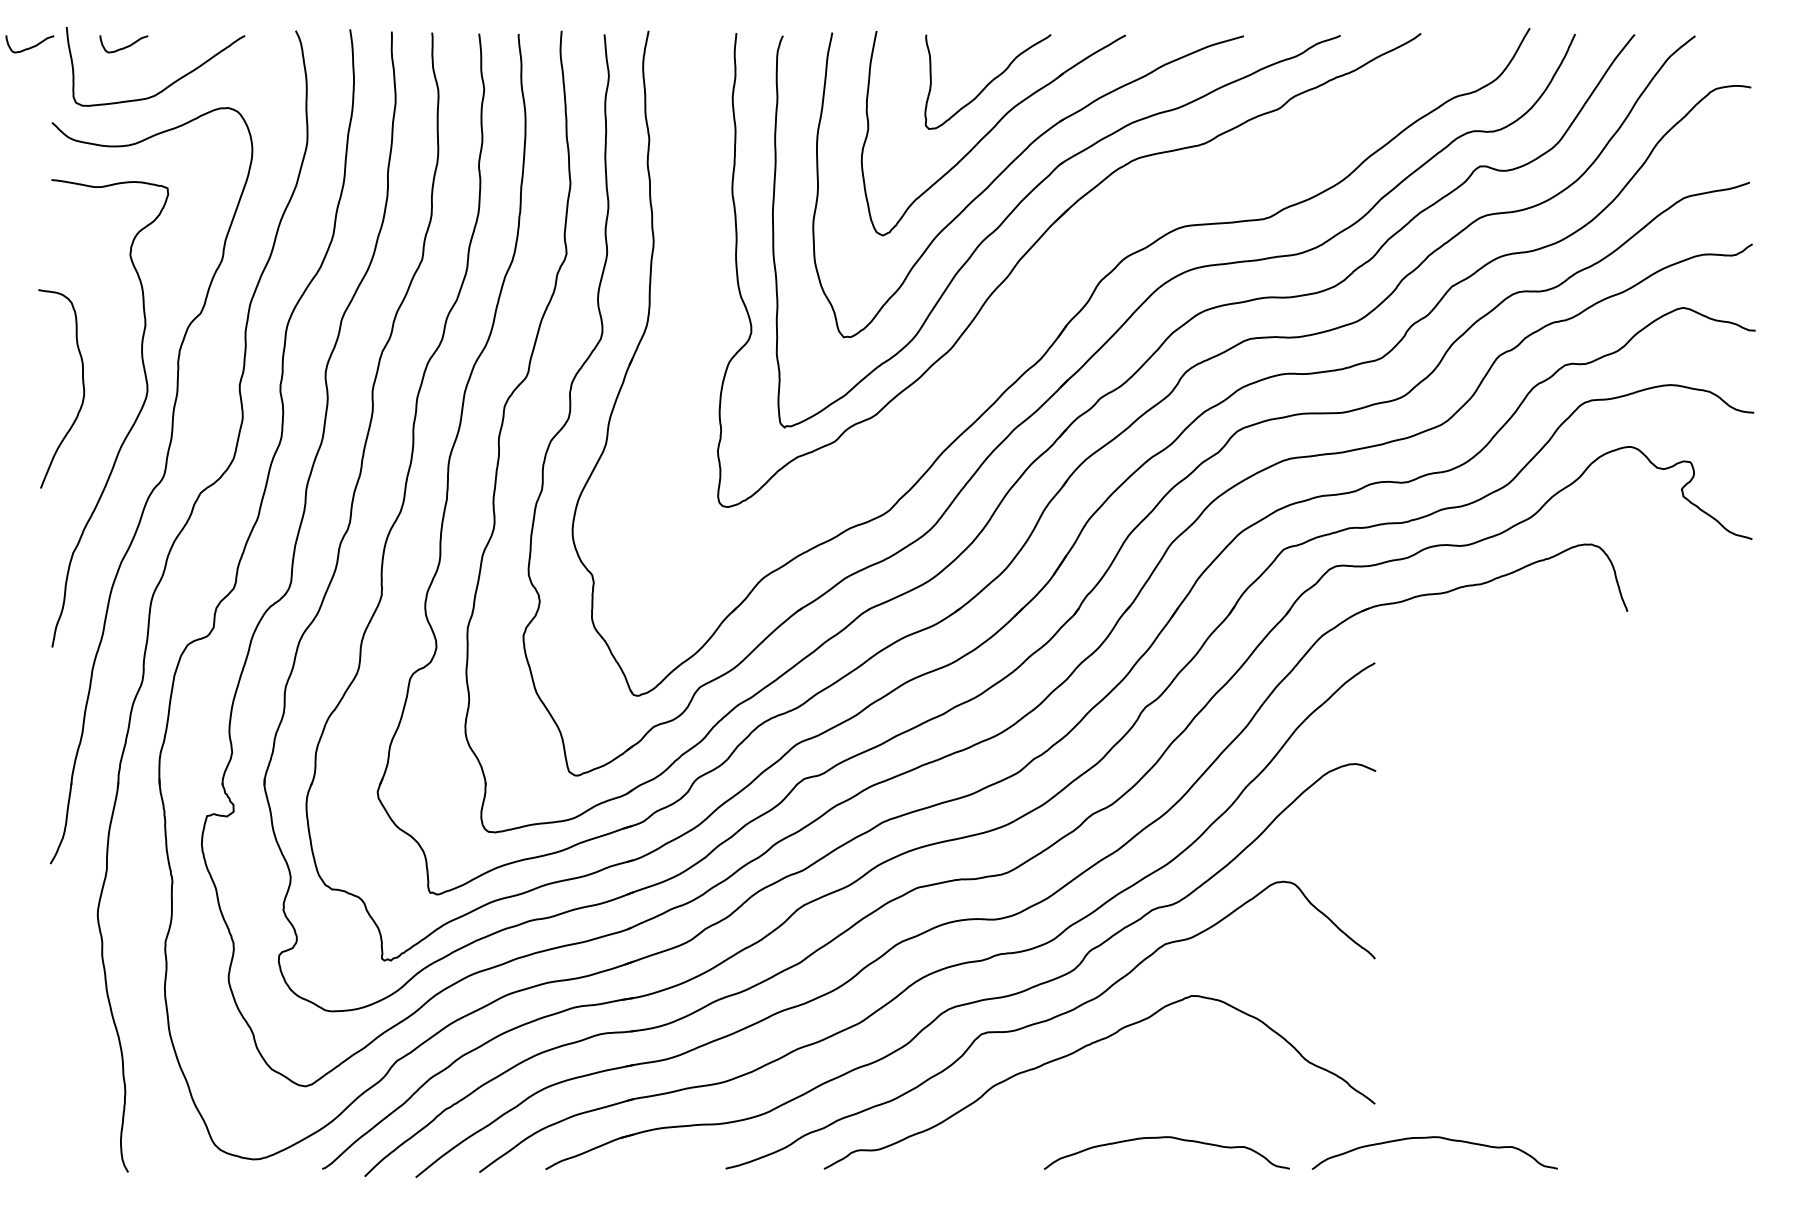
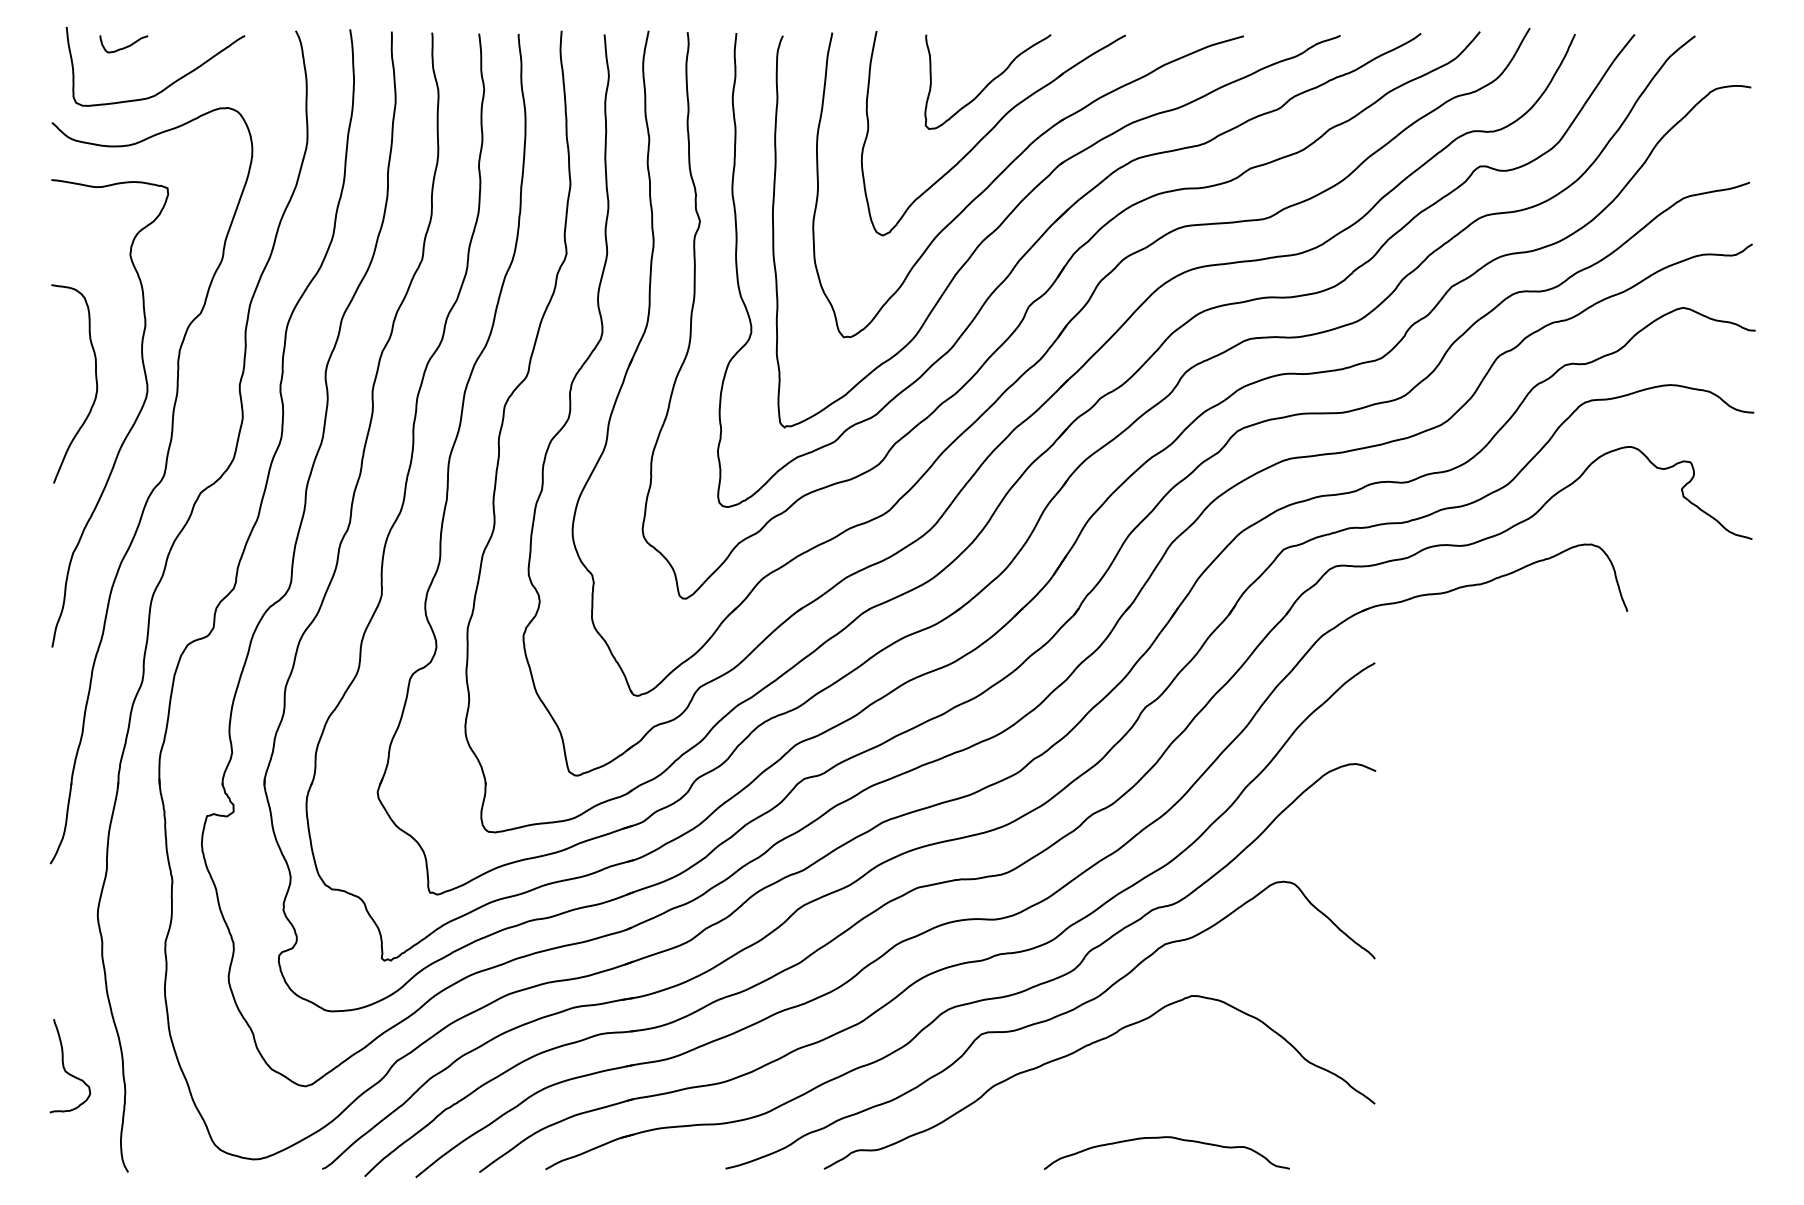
curve at (31, 46): present -> none
part at (1044, 295): none -> present
curve at (82, 386) position: (82, 386) -> (95, 381)
curve at (65, 1068): none -> present
curve at (1432, 1138): present -> none
